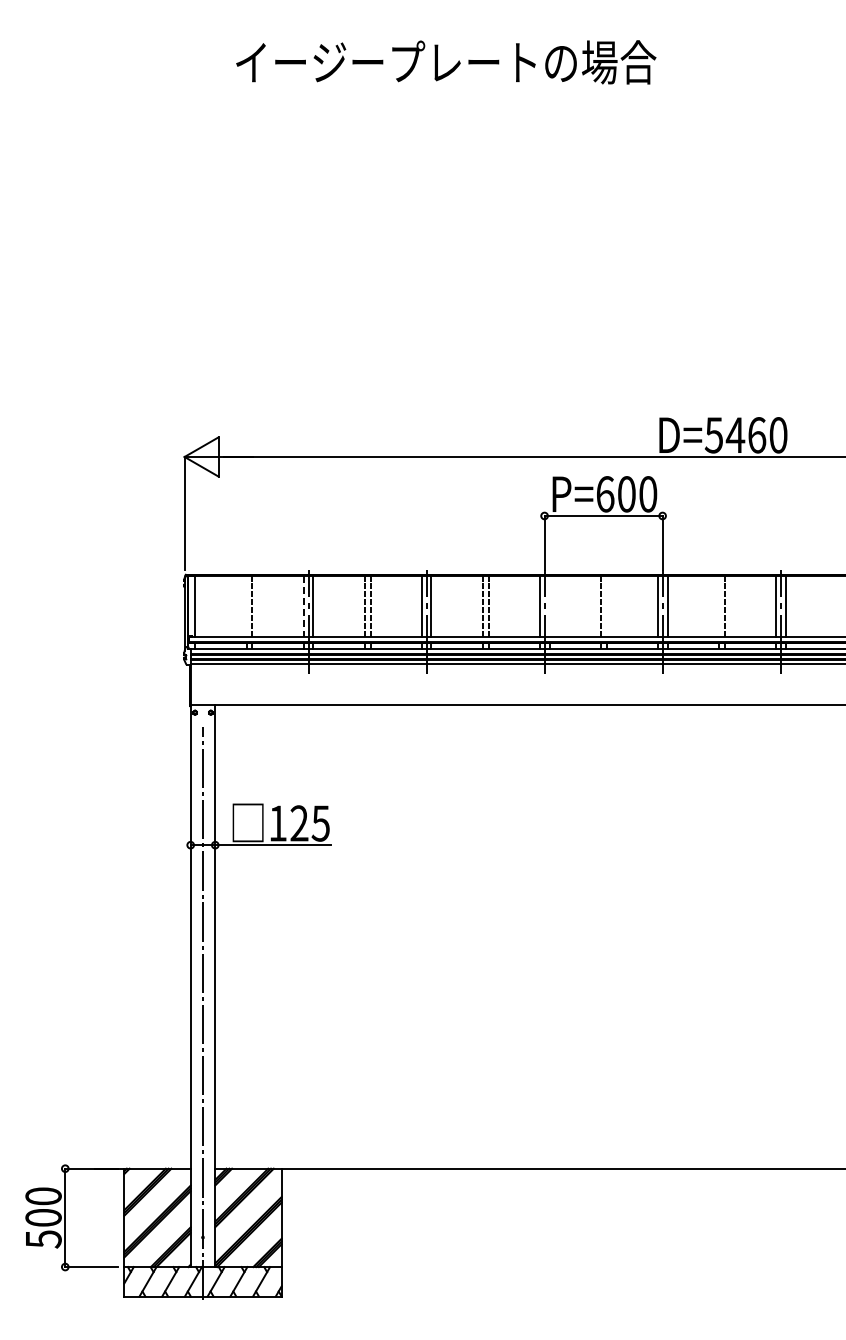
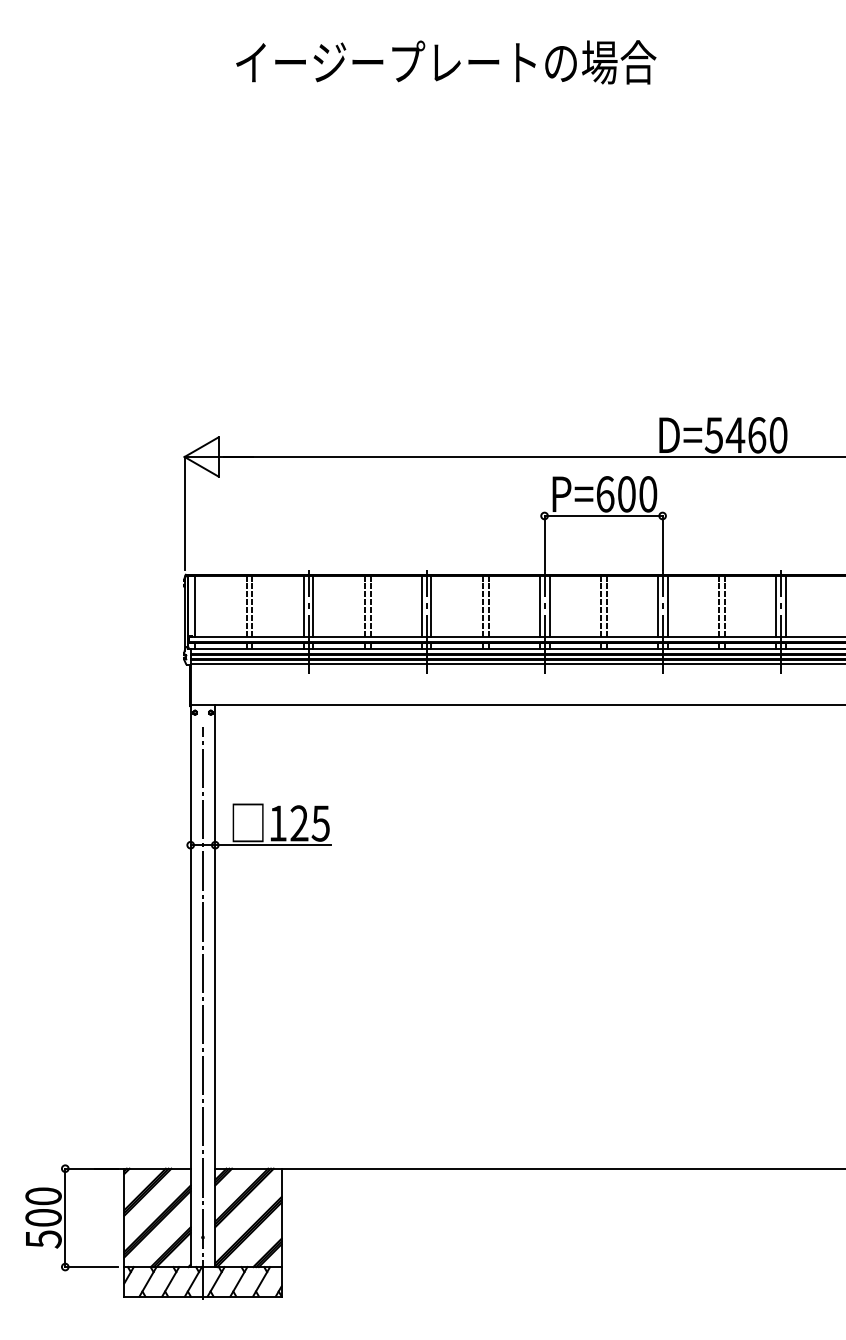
line at (246, 605): none -> present
line at (549, 605): none -> present
line at (606, 605): none -> present
line at (718, 605): none -> present
line at (303, 606): dashed -> solid
